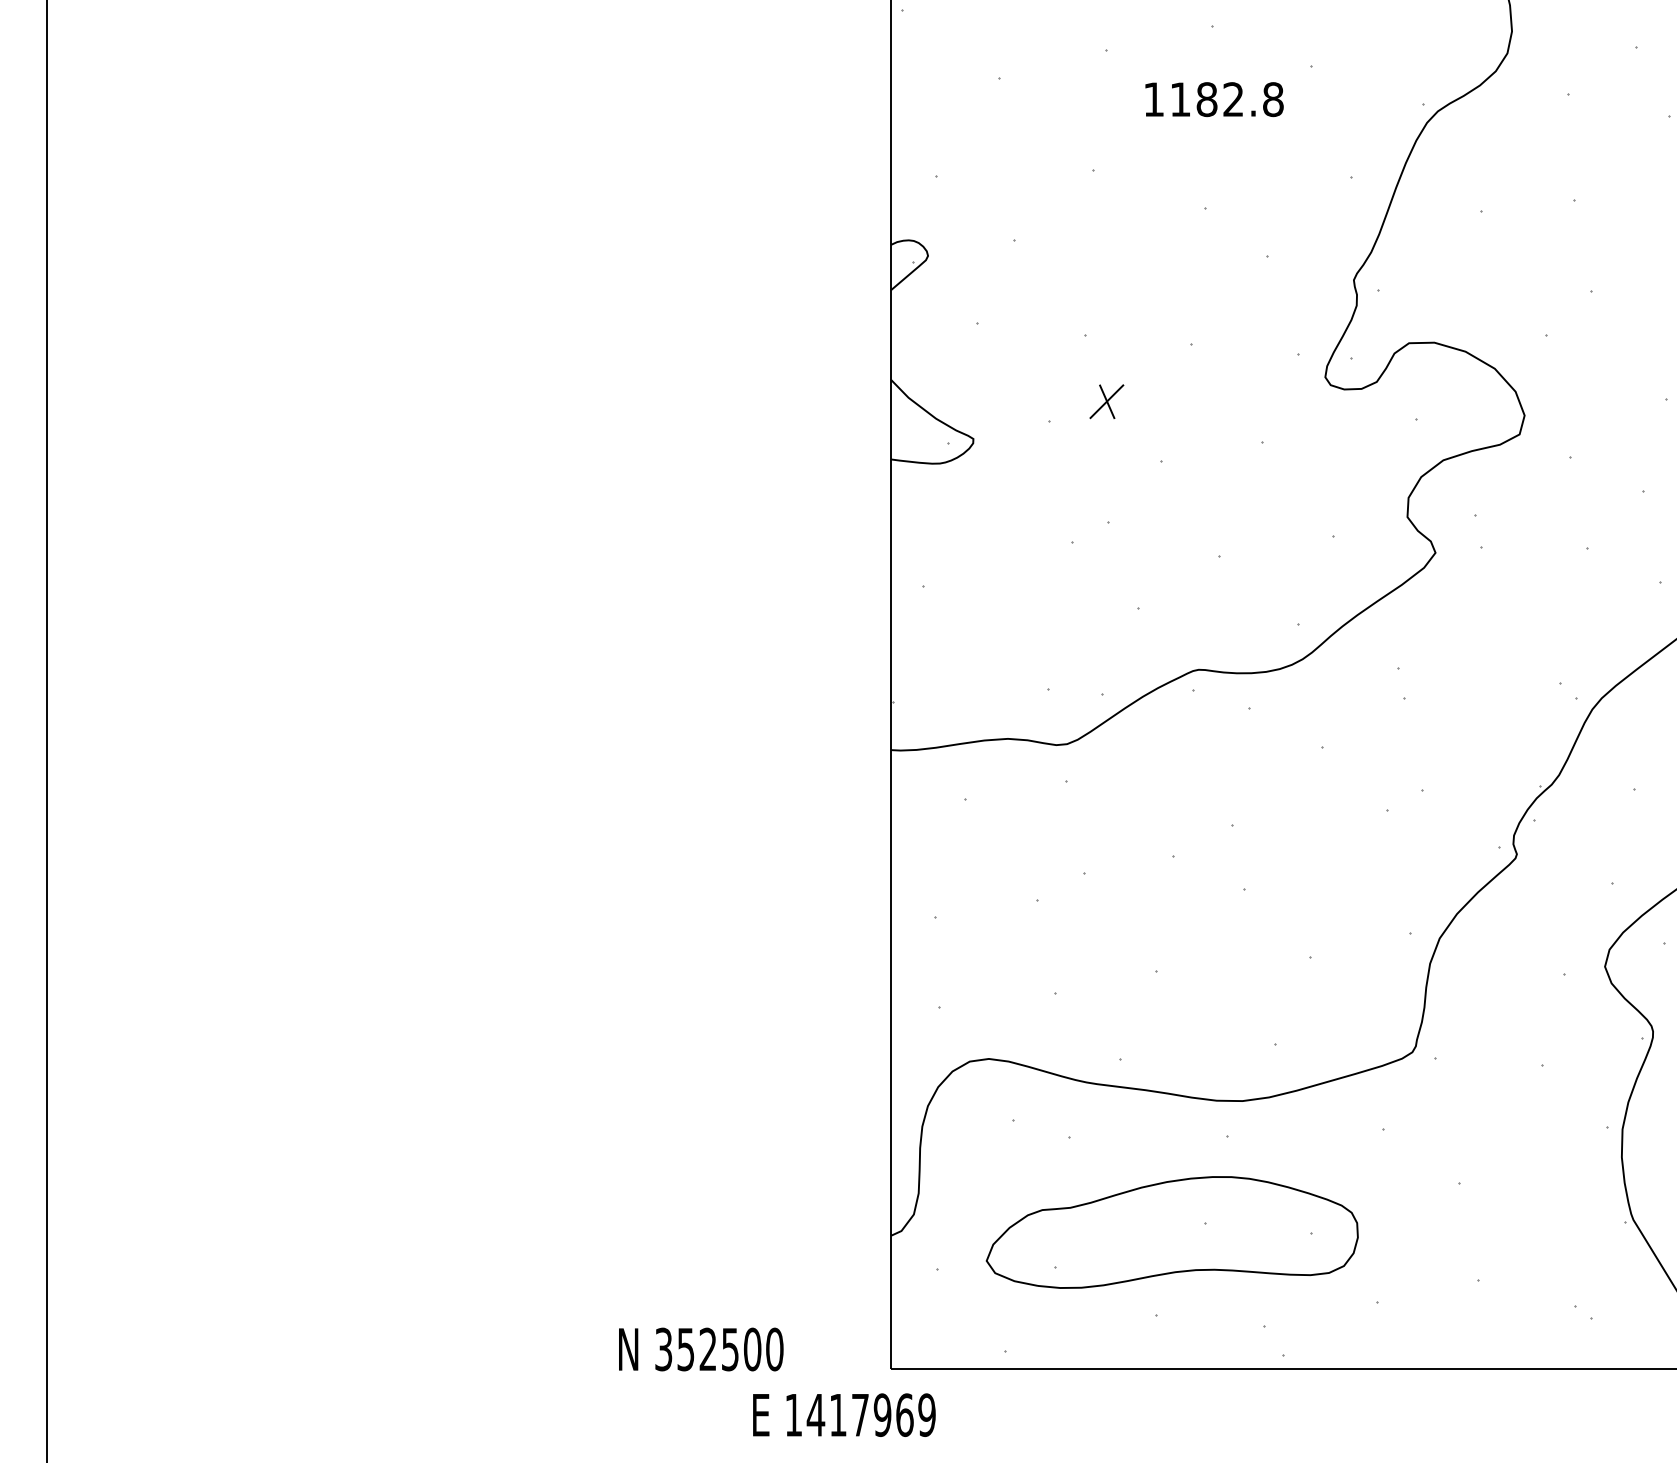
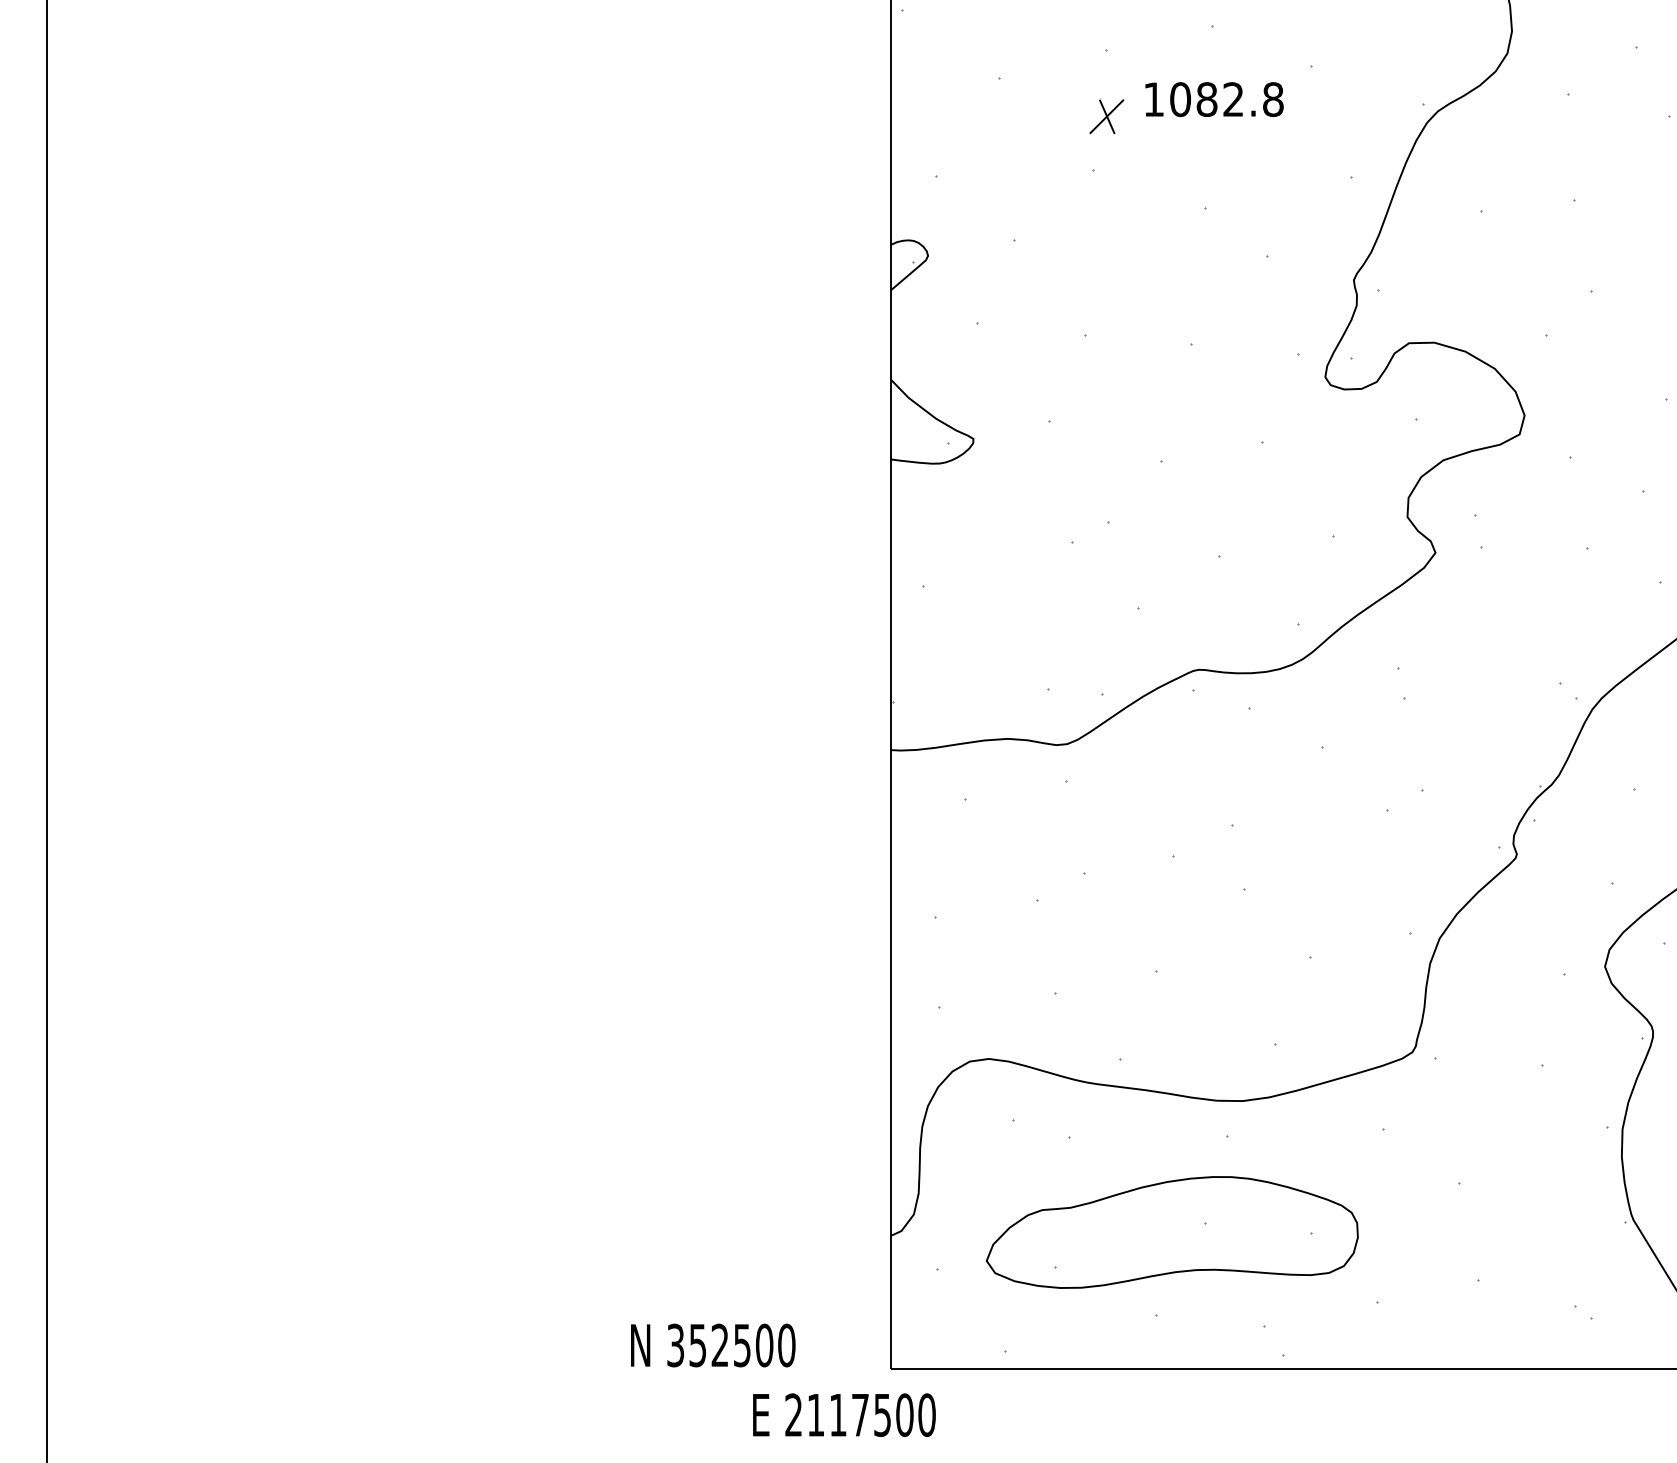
text at (1180, 99): 1182.8 -> 1082.8
part at (1106, 401) position: (1106, 401) -> (1106, 116)
text at (701, 1349) position: (701, 1349) -> (713, 1345)
text at (860, 1414): 1417969 -> 2117500
